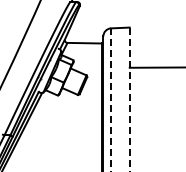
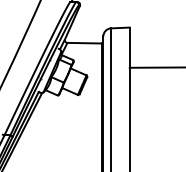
line at (129, 99): dashed -> solid
line at (111, 100): dashed -> solid
